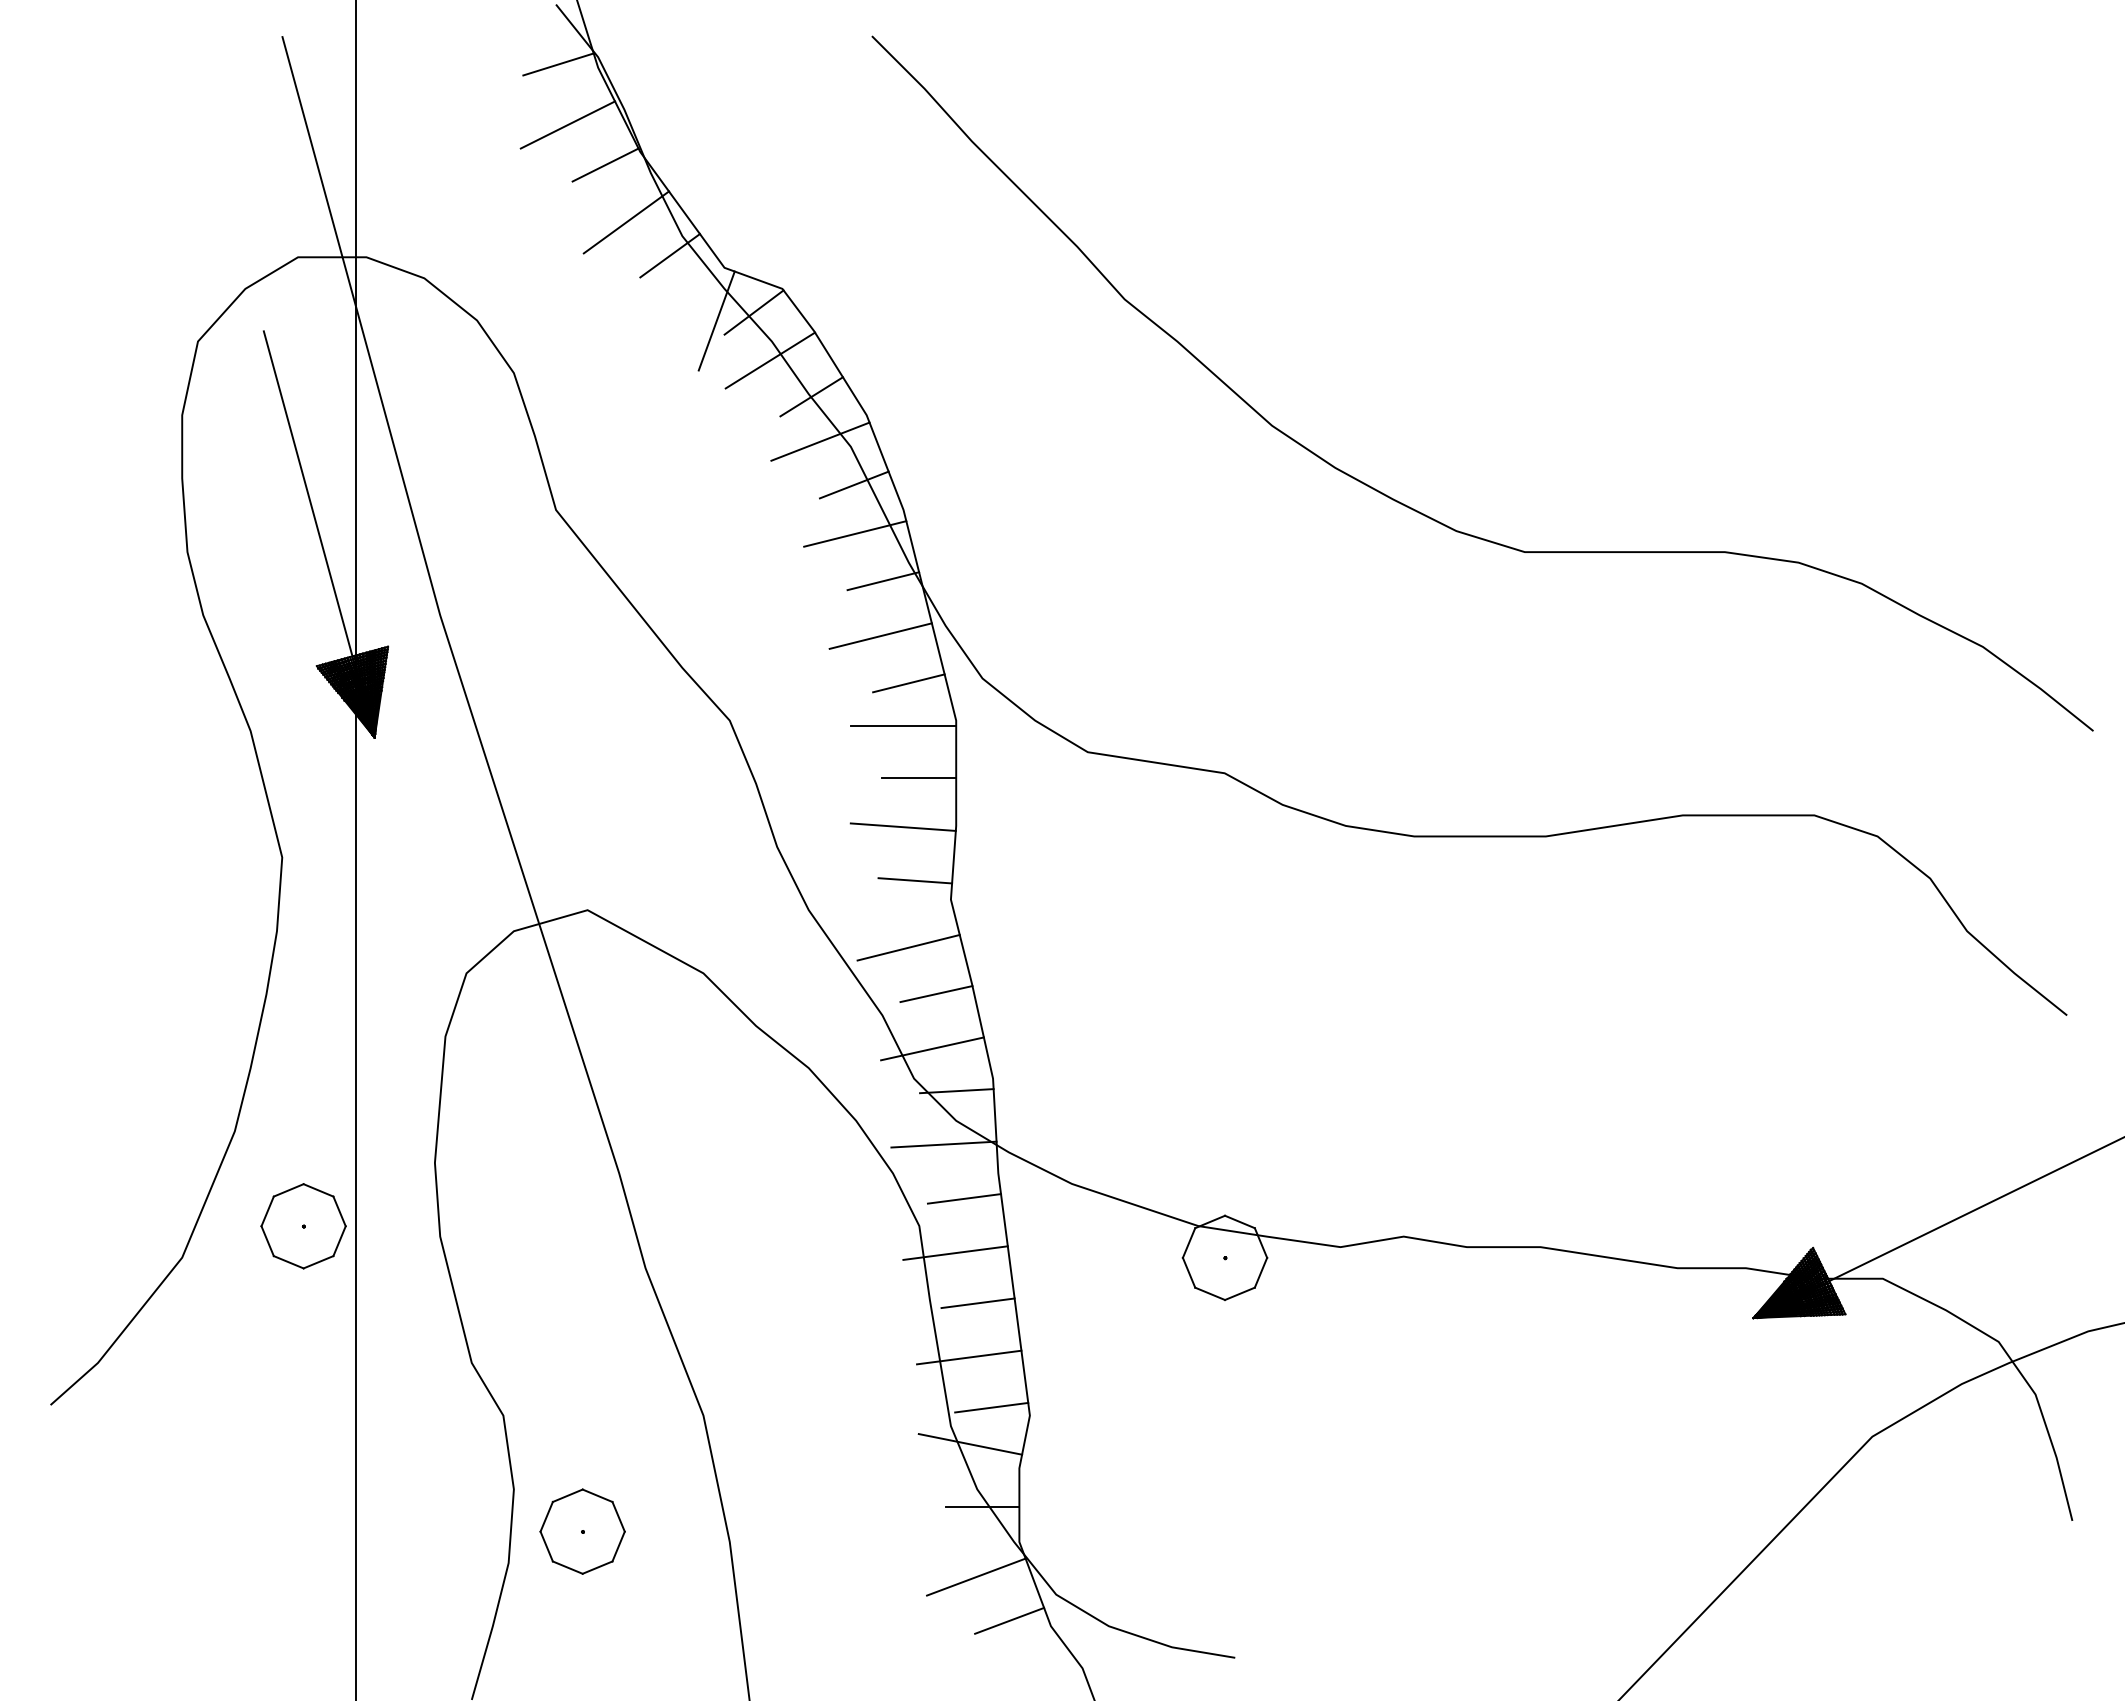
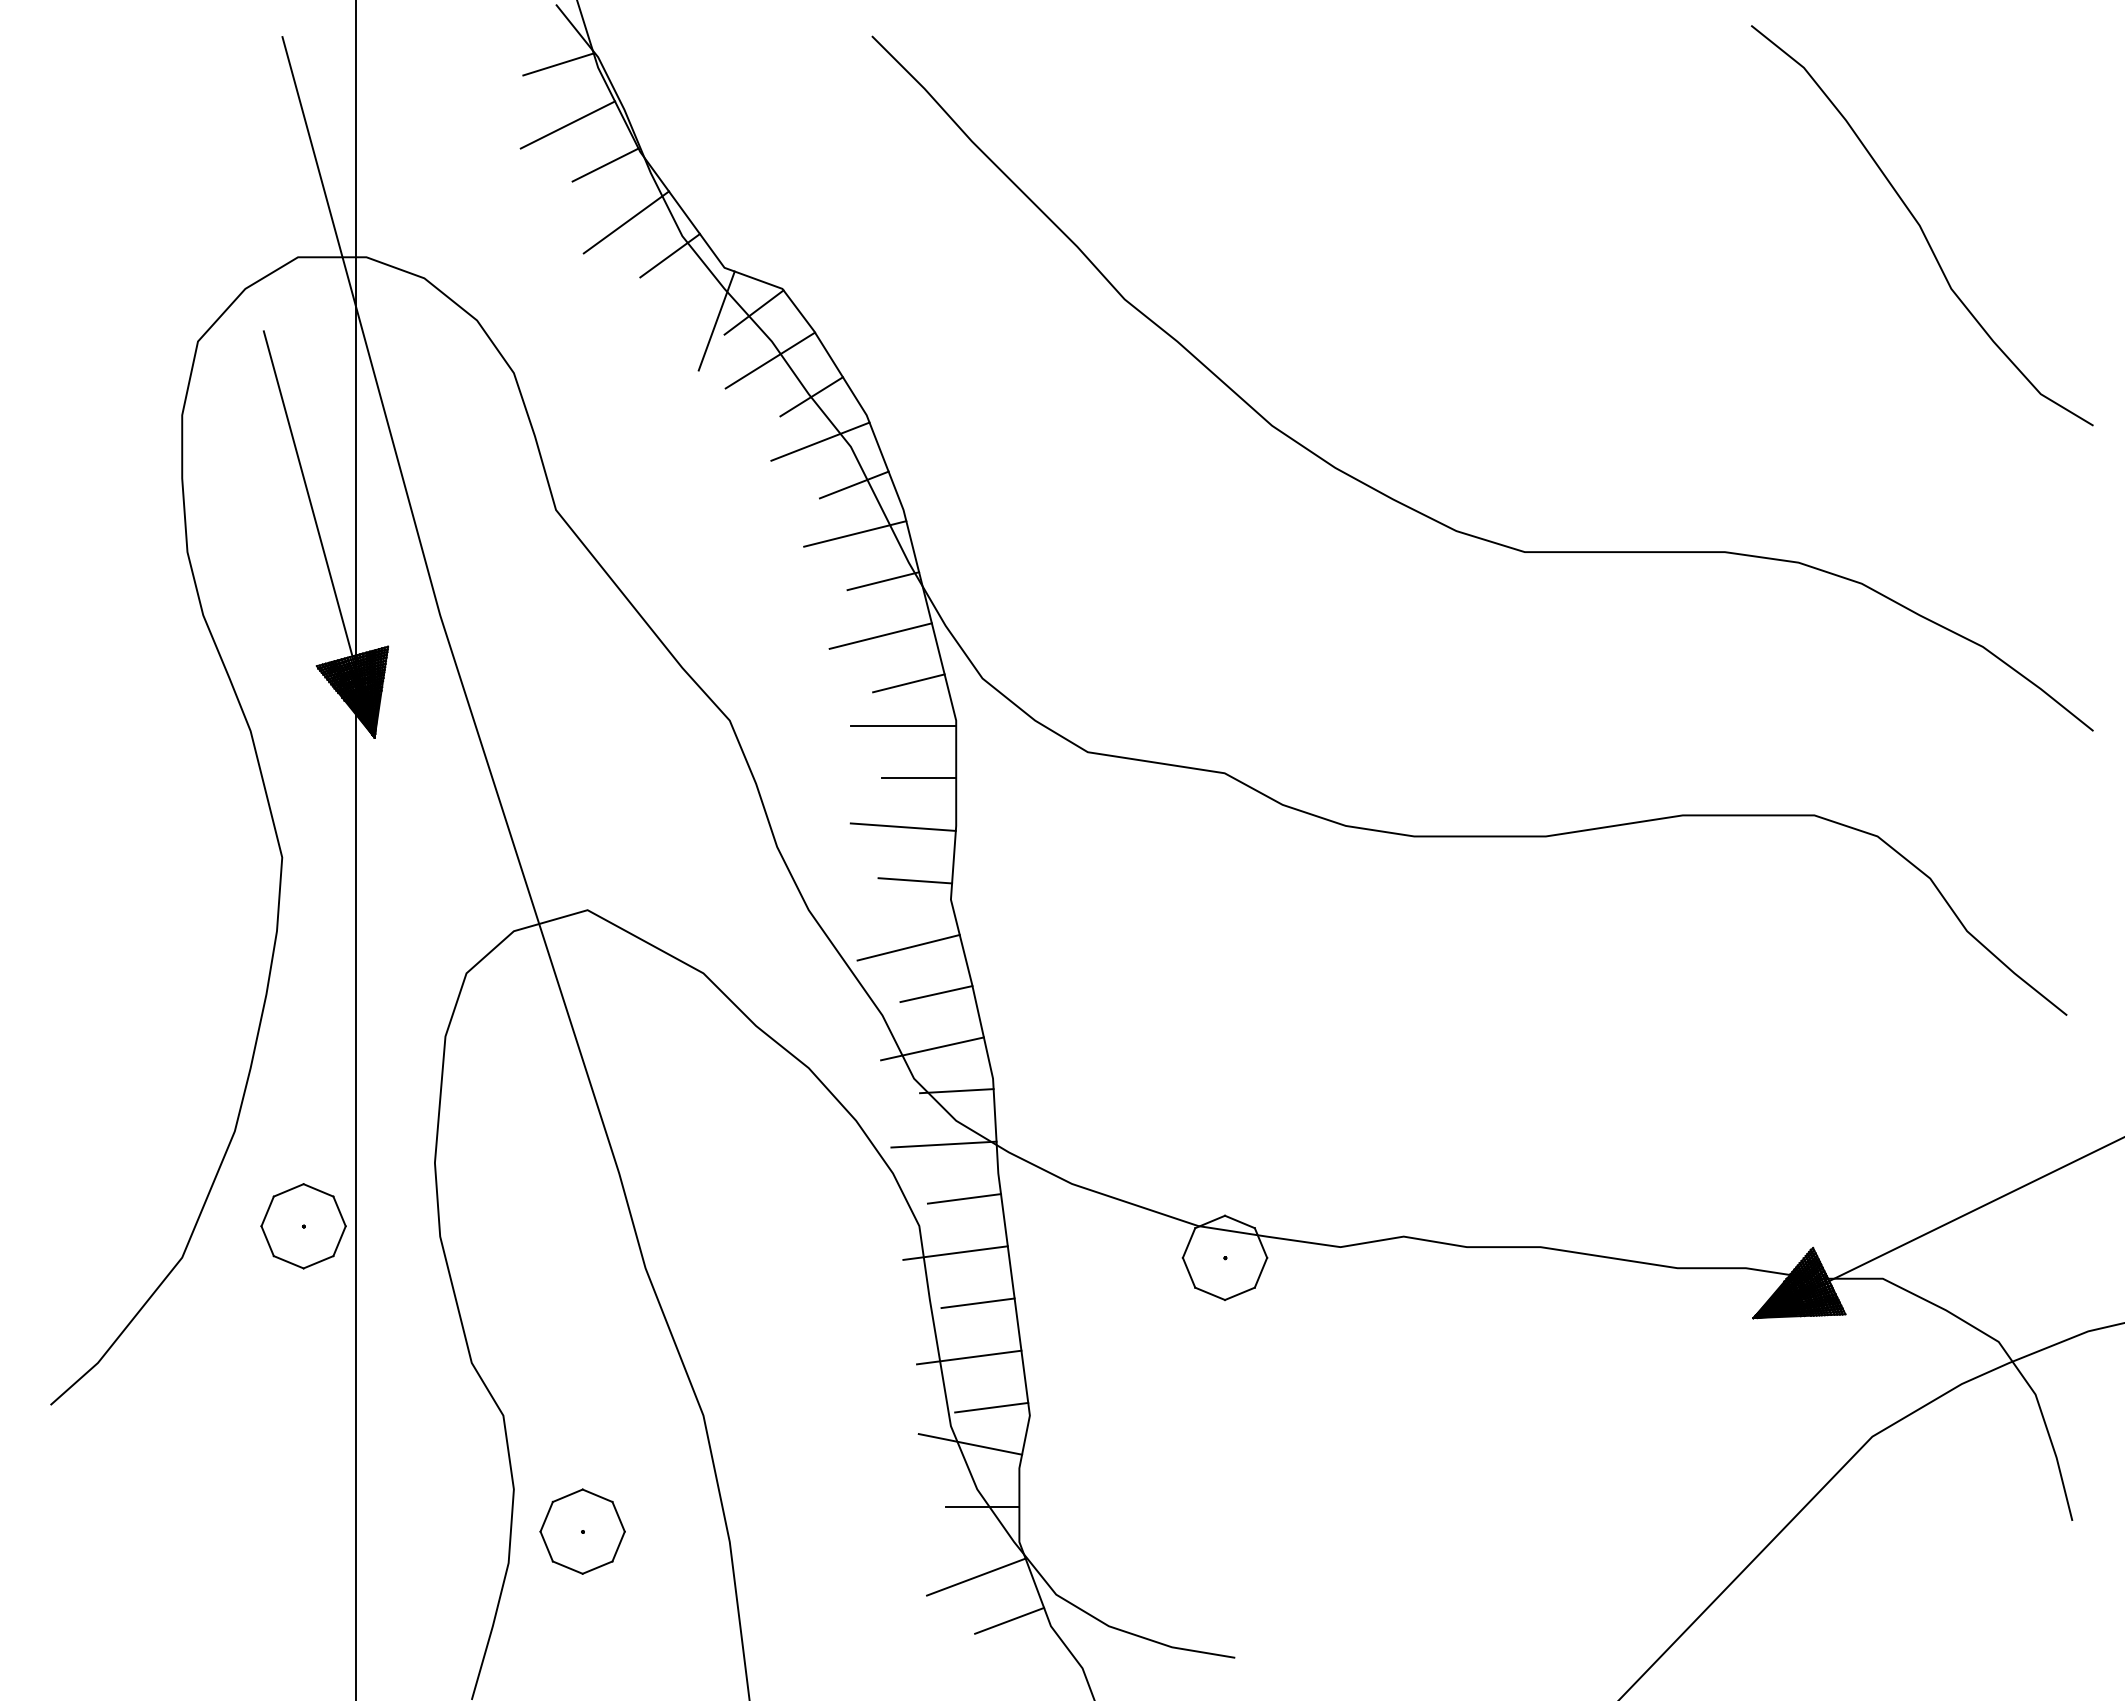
curve at (1921, 226): none -> present
